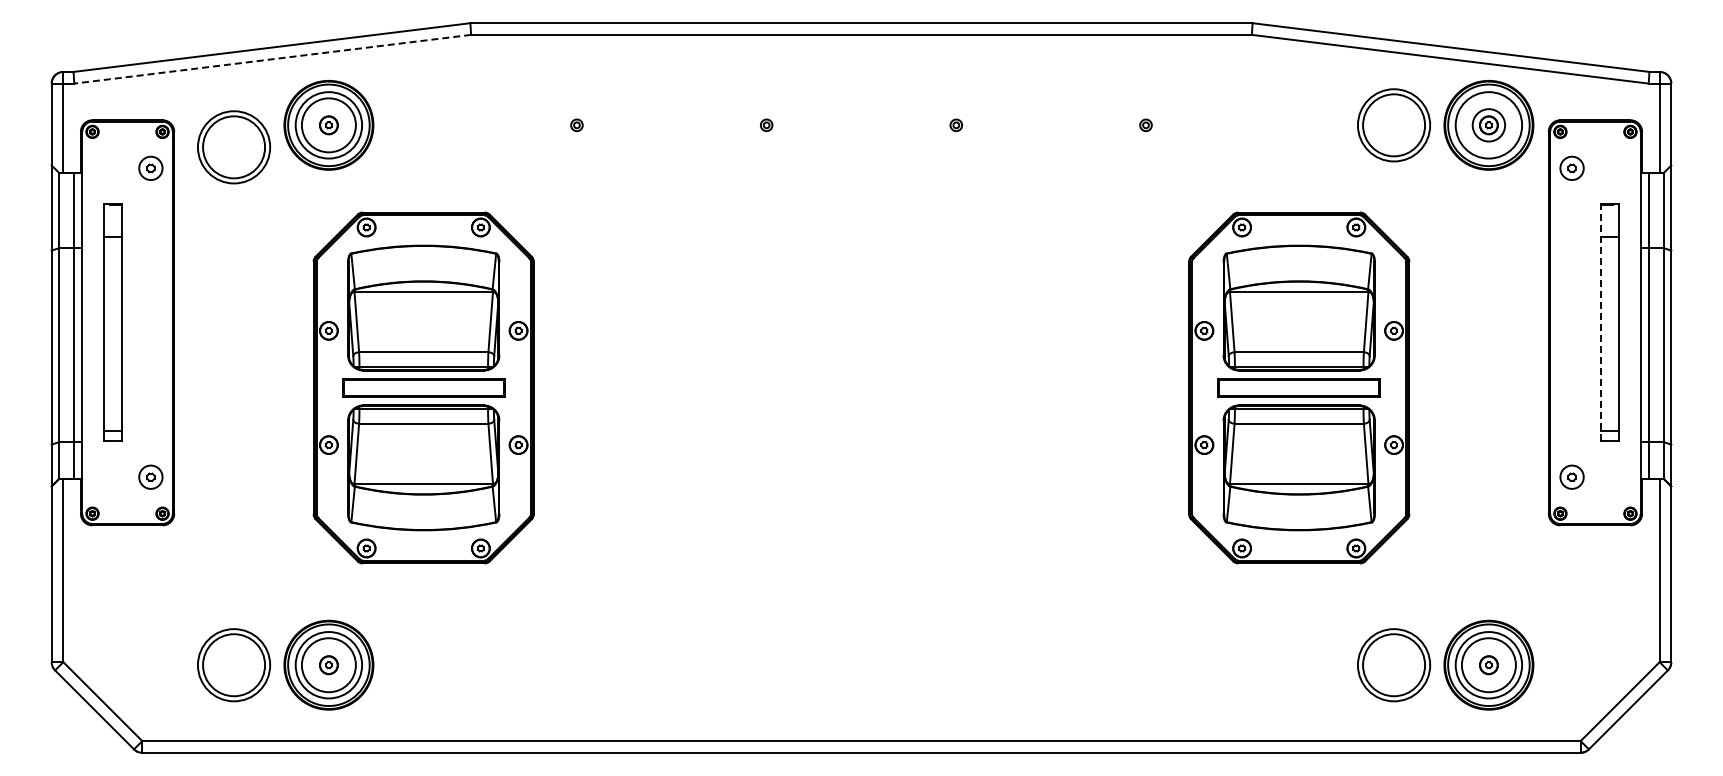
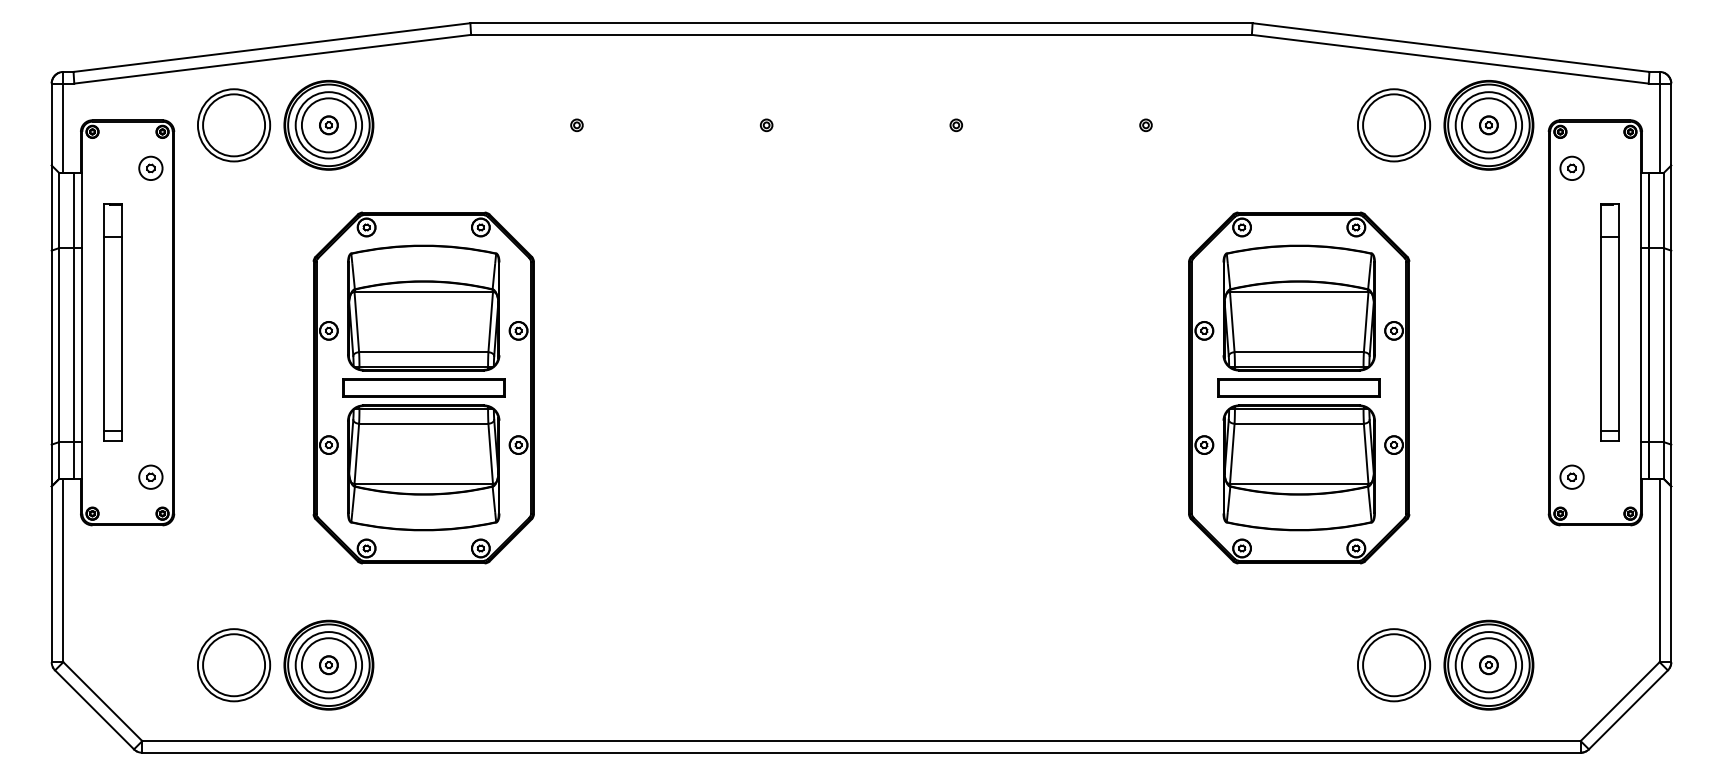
line at (272, 59): dashed -> solid
circle at (1488, 125) diameter: 32 px -> 54 px
part at (234, 147) position: (234, 147) -> (234, 125)
line at (1601, 322): dashed -> solid
